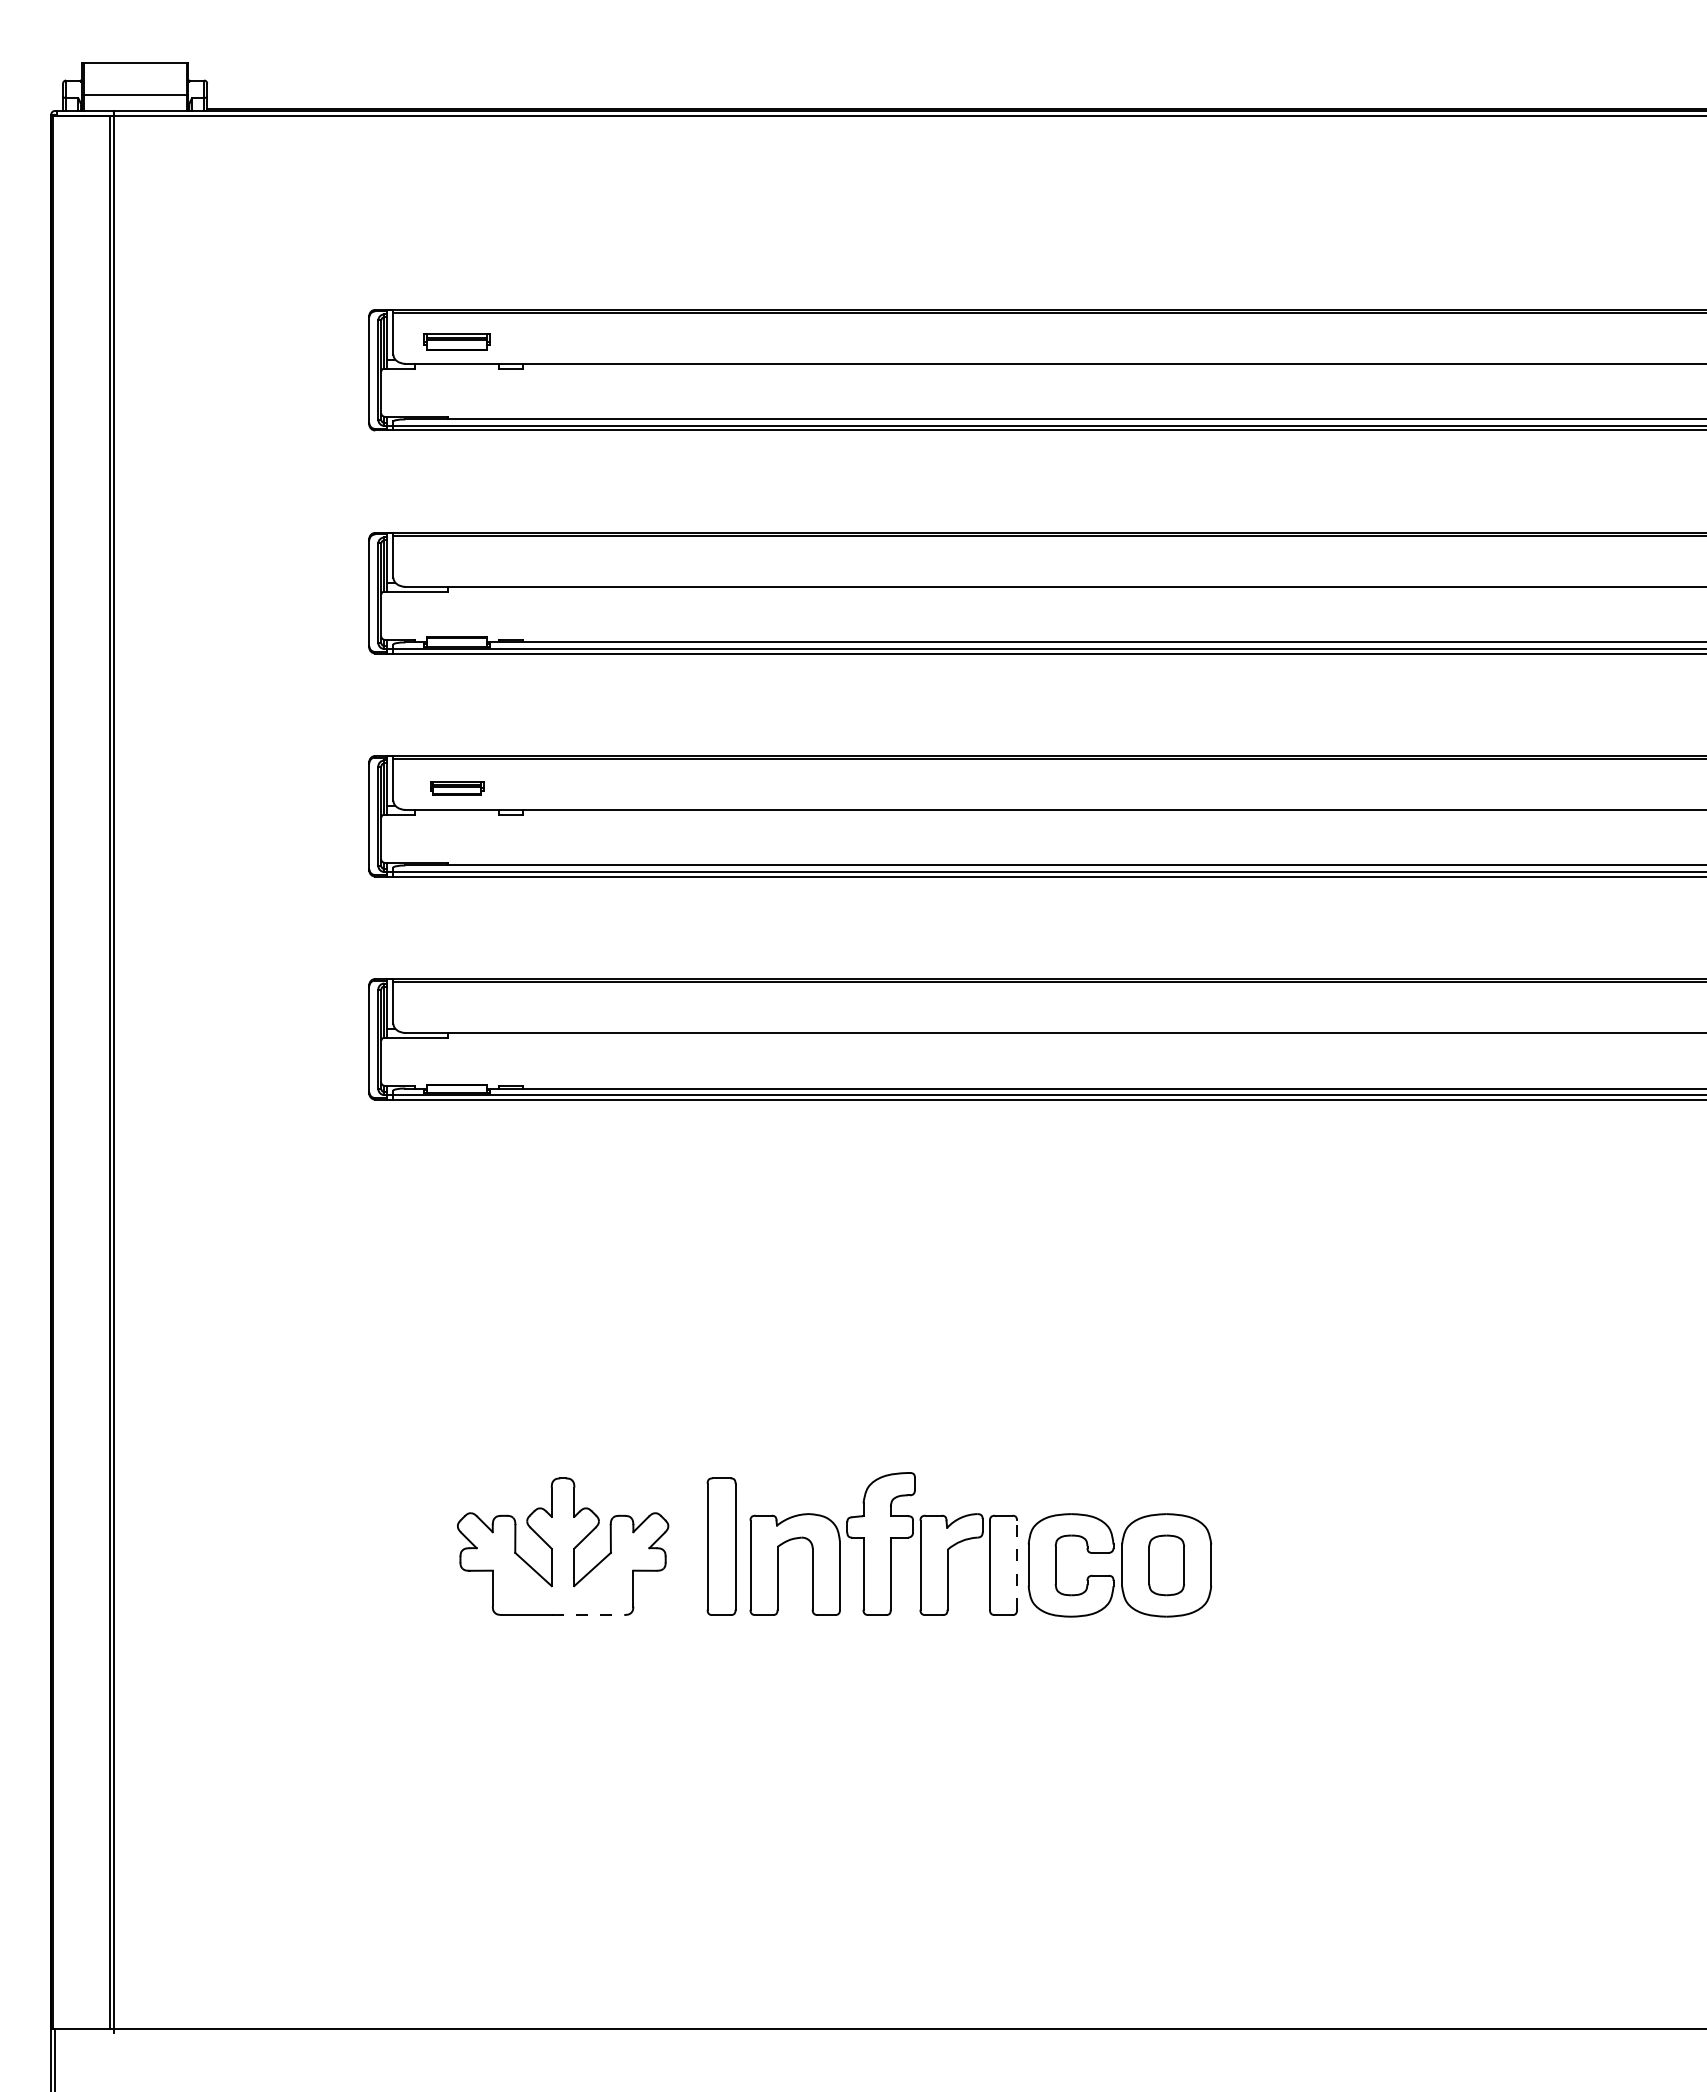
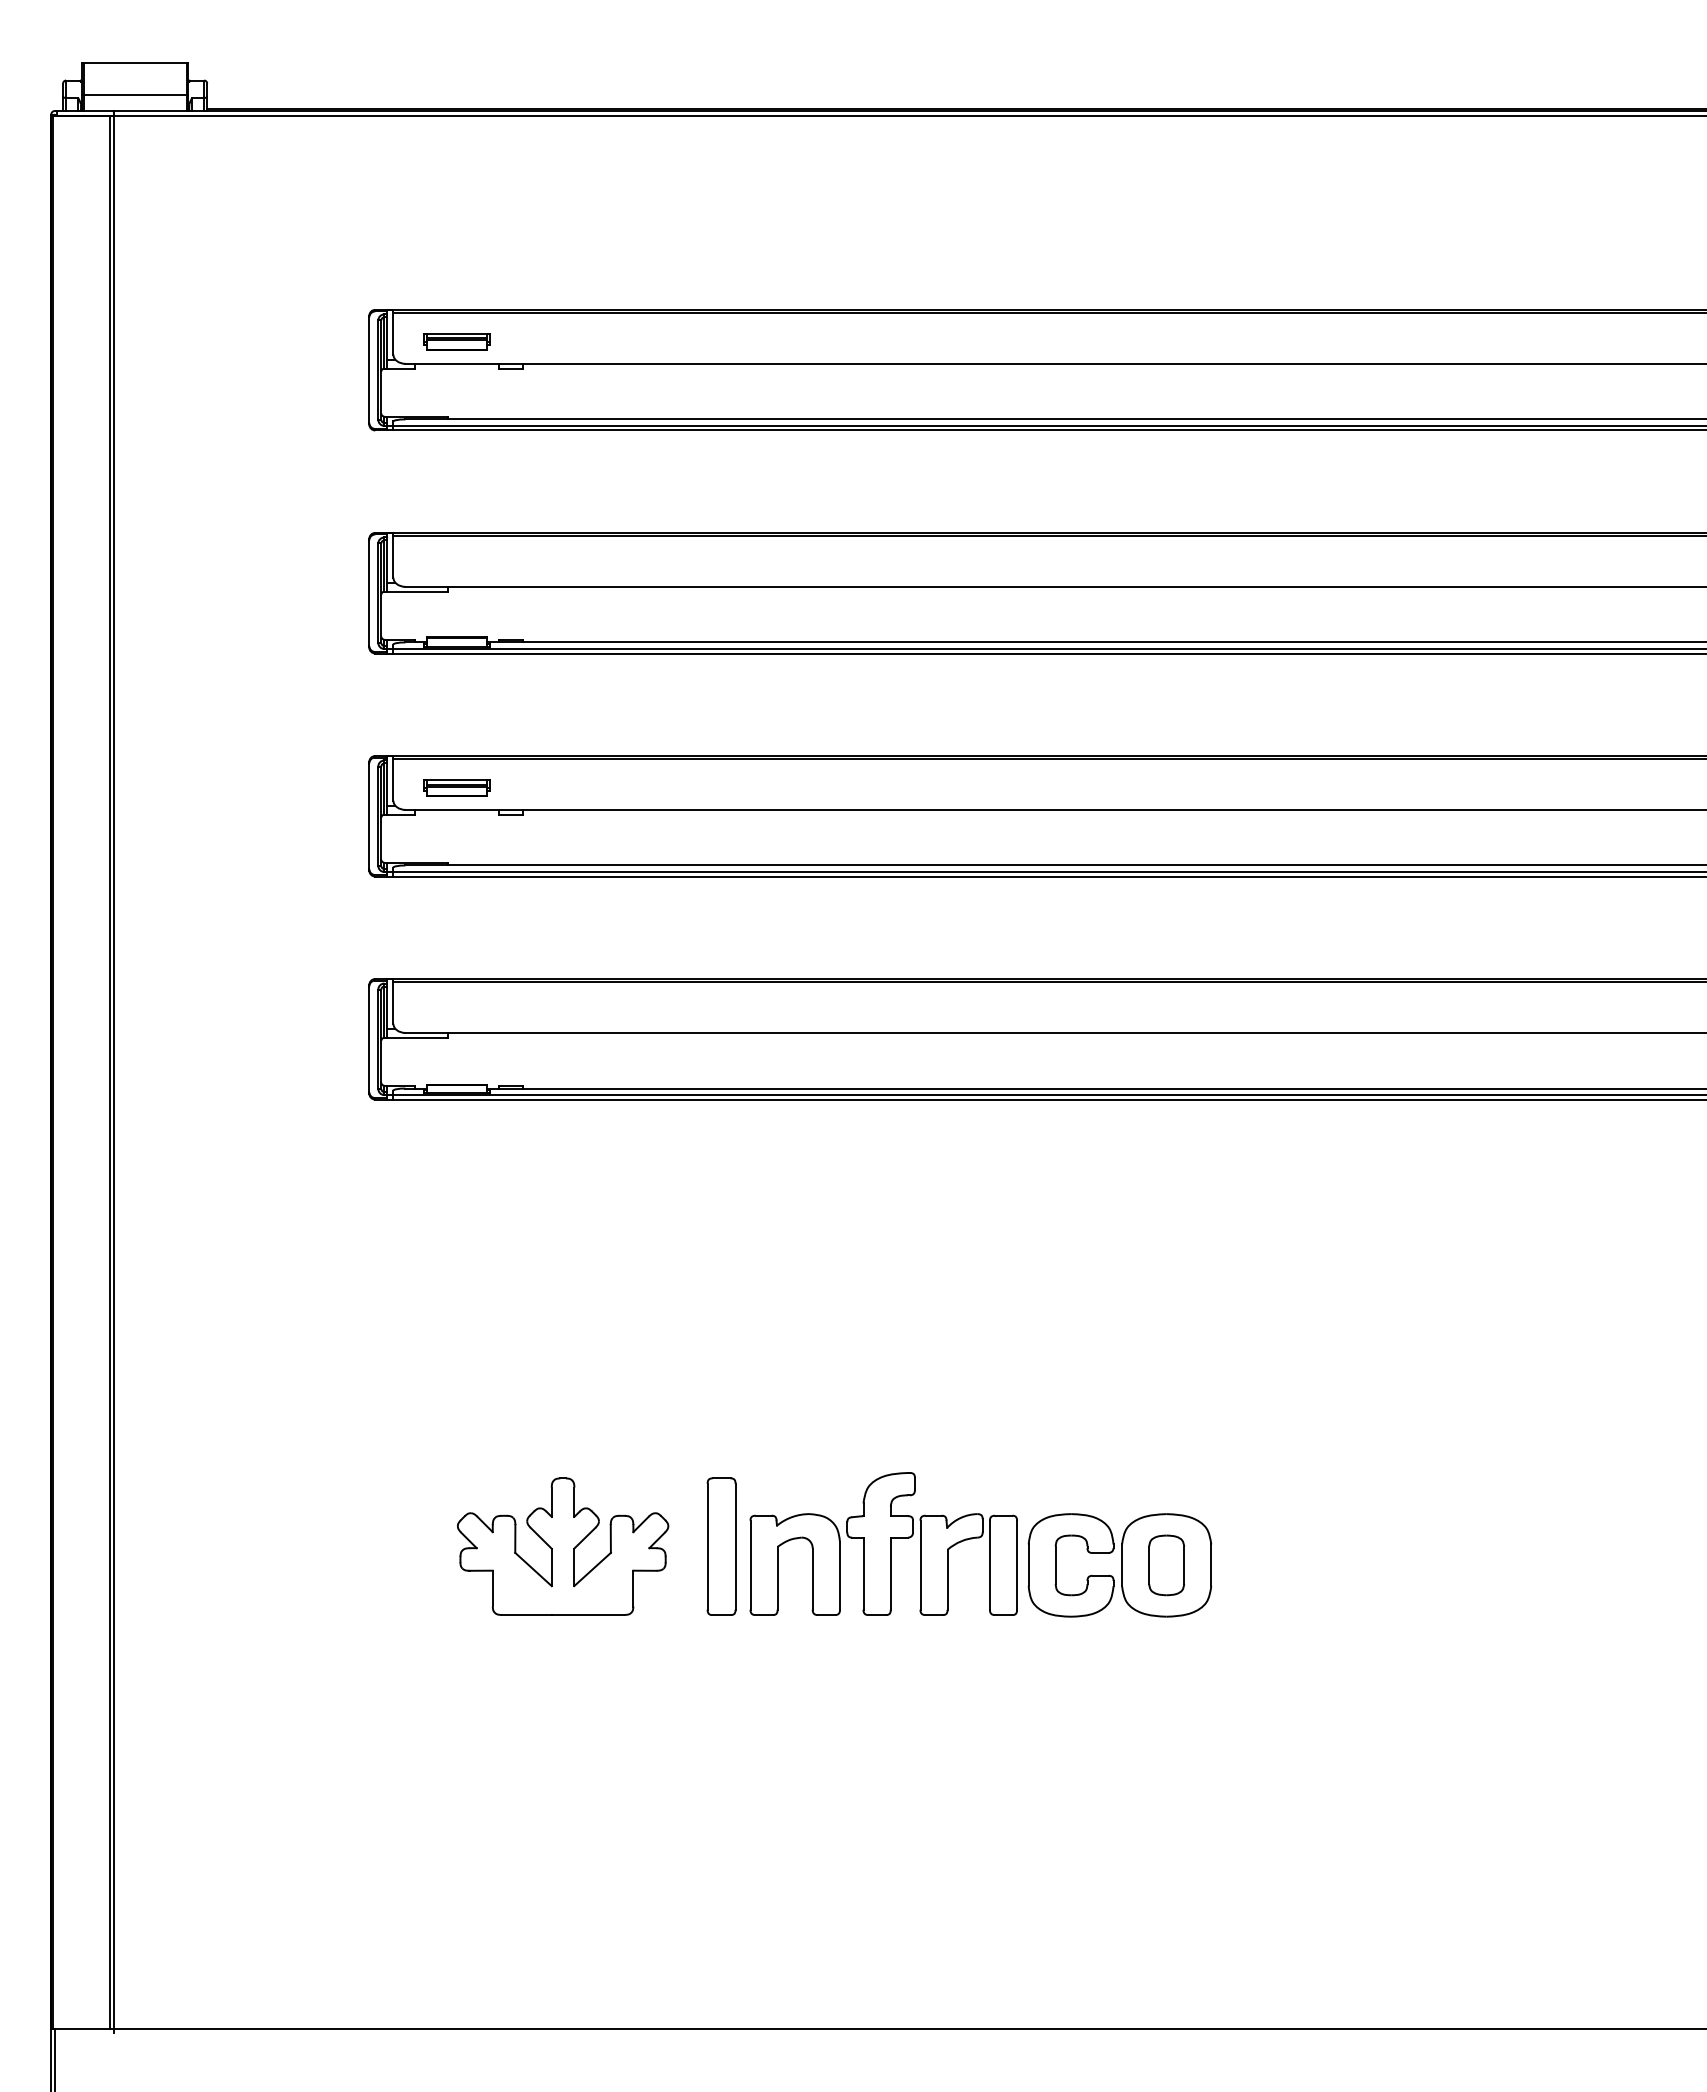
part at (457, 788) size: 55x15 px -> 68x18 px
line at (1017, 1564): dashed -> solid
line at (588, 1615): dashed -> solid
